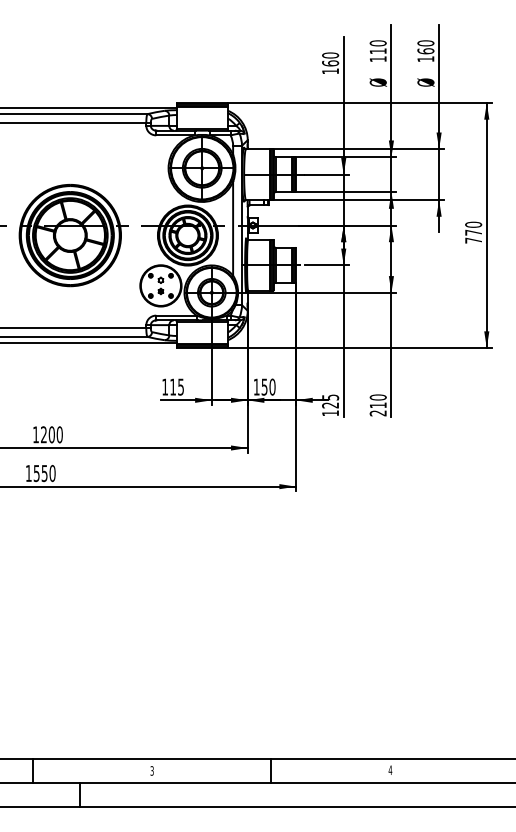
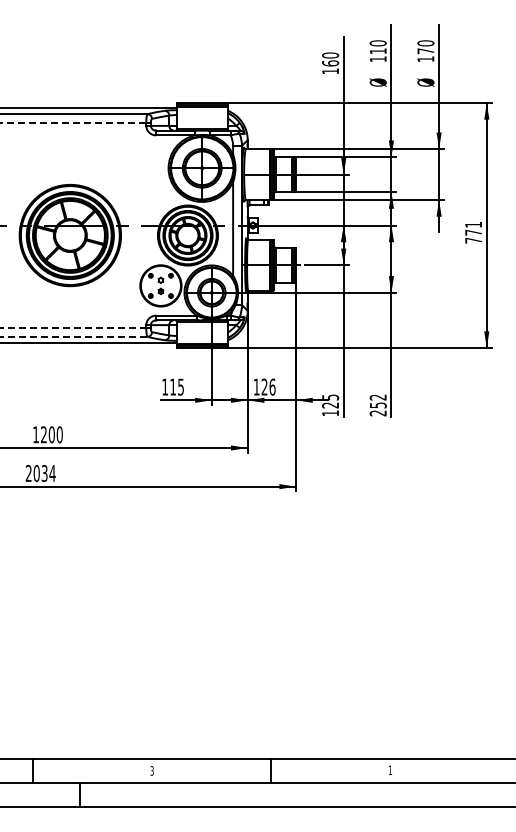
text at (425, 51): 160 -> 170
line at (73, 123): solid -> dashed
text at (473, 224): 770 -> 771
line at (73, 328): solid -> dashed
line at (73, 336): solid -> dashed
text at (268, 386): 150 -> 126
text at (377, 401): 210 -> 252
text at (40, 473): 1550 -> 2034
text at (390, 769): 4 -> 1
